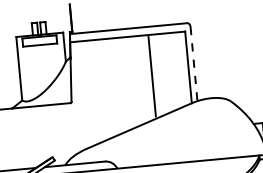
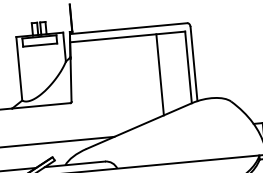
line at (194, 64): dashed -> solid
line at (151, 75) position: (151, 75) -> (159, 74)
line at (58, 141): none -> present
